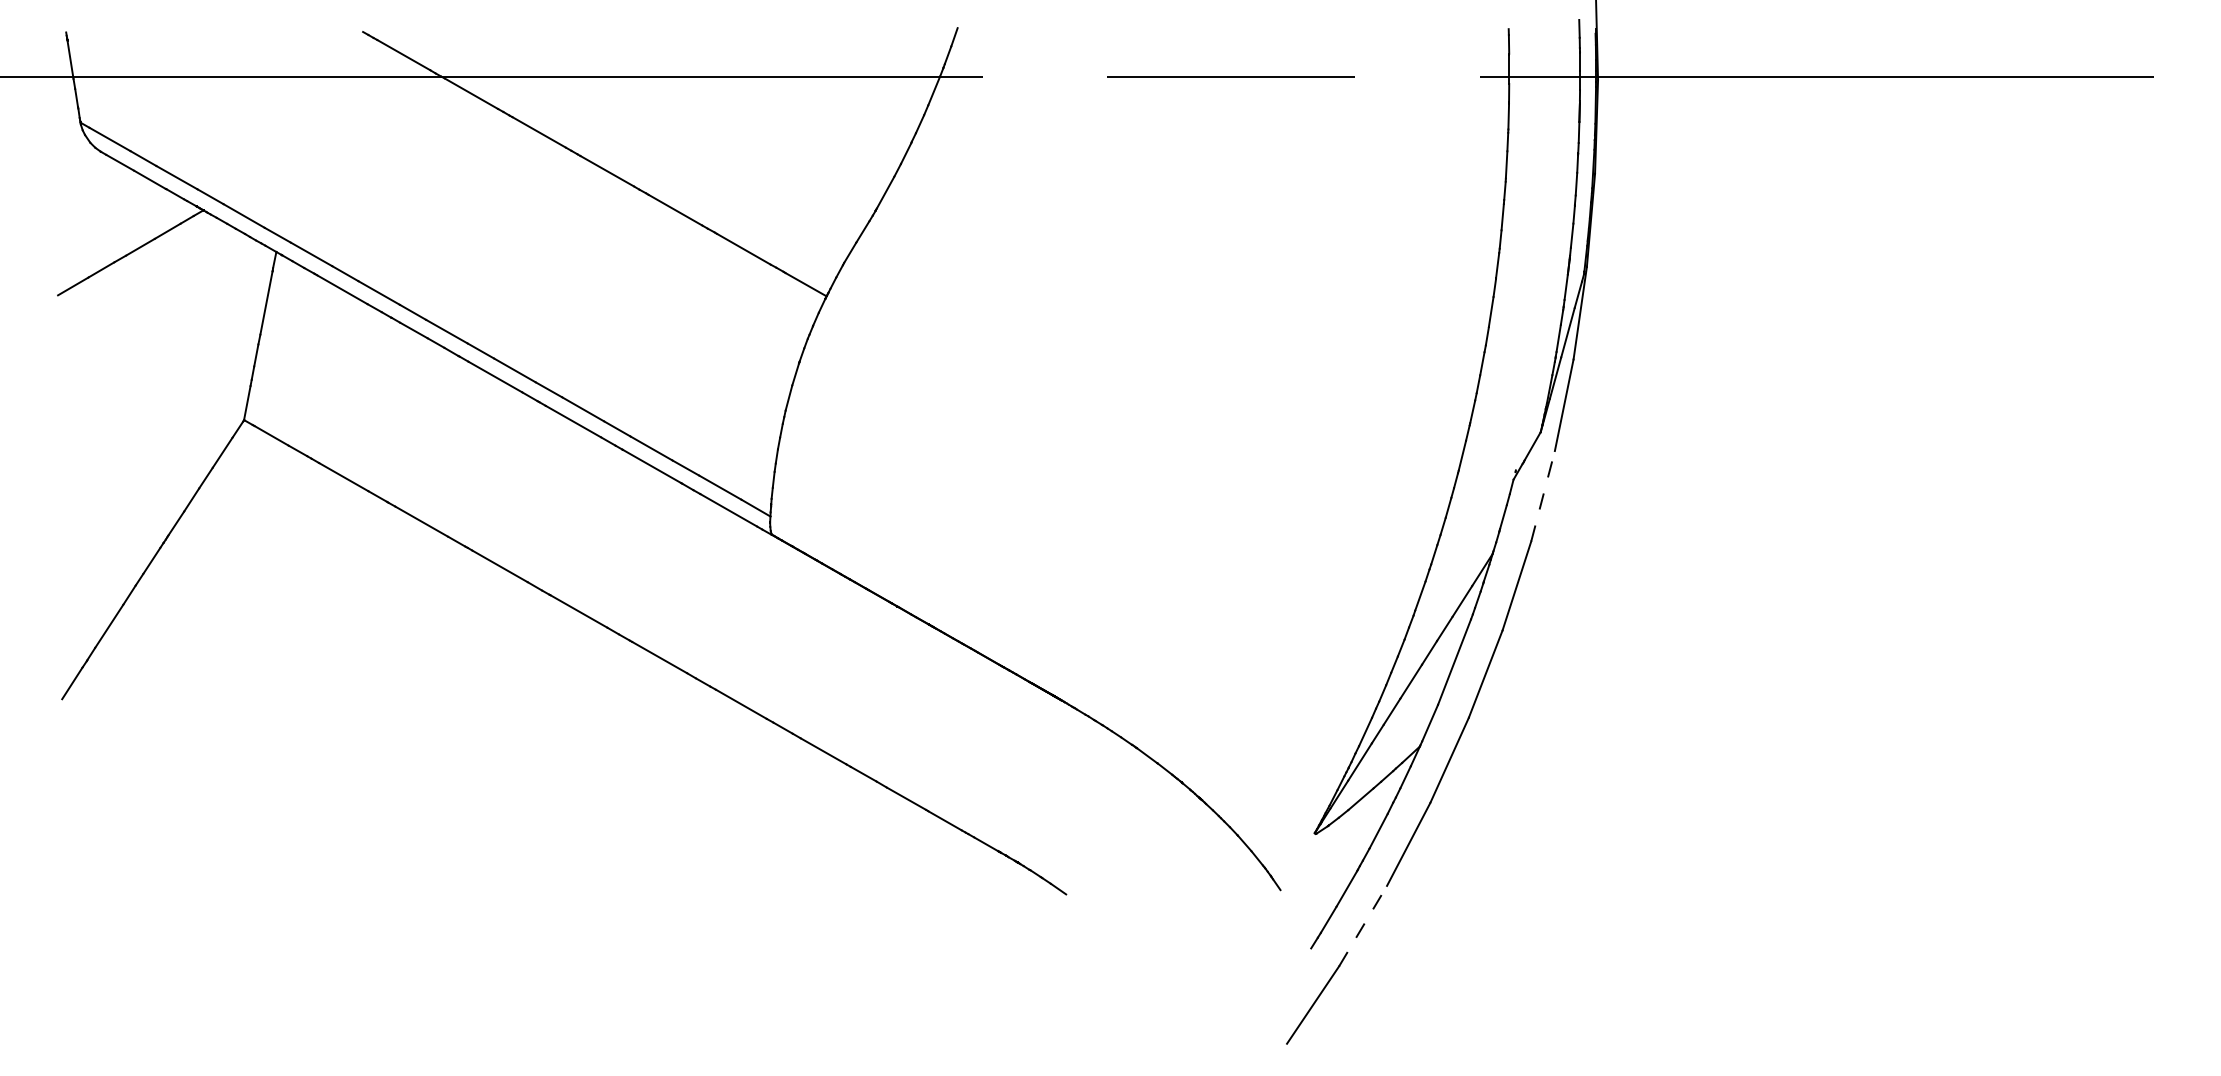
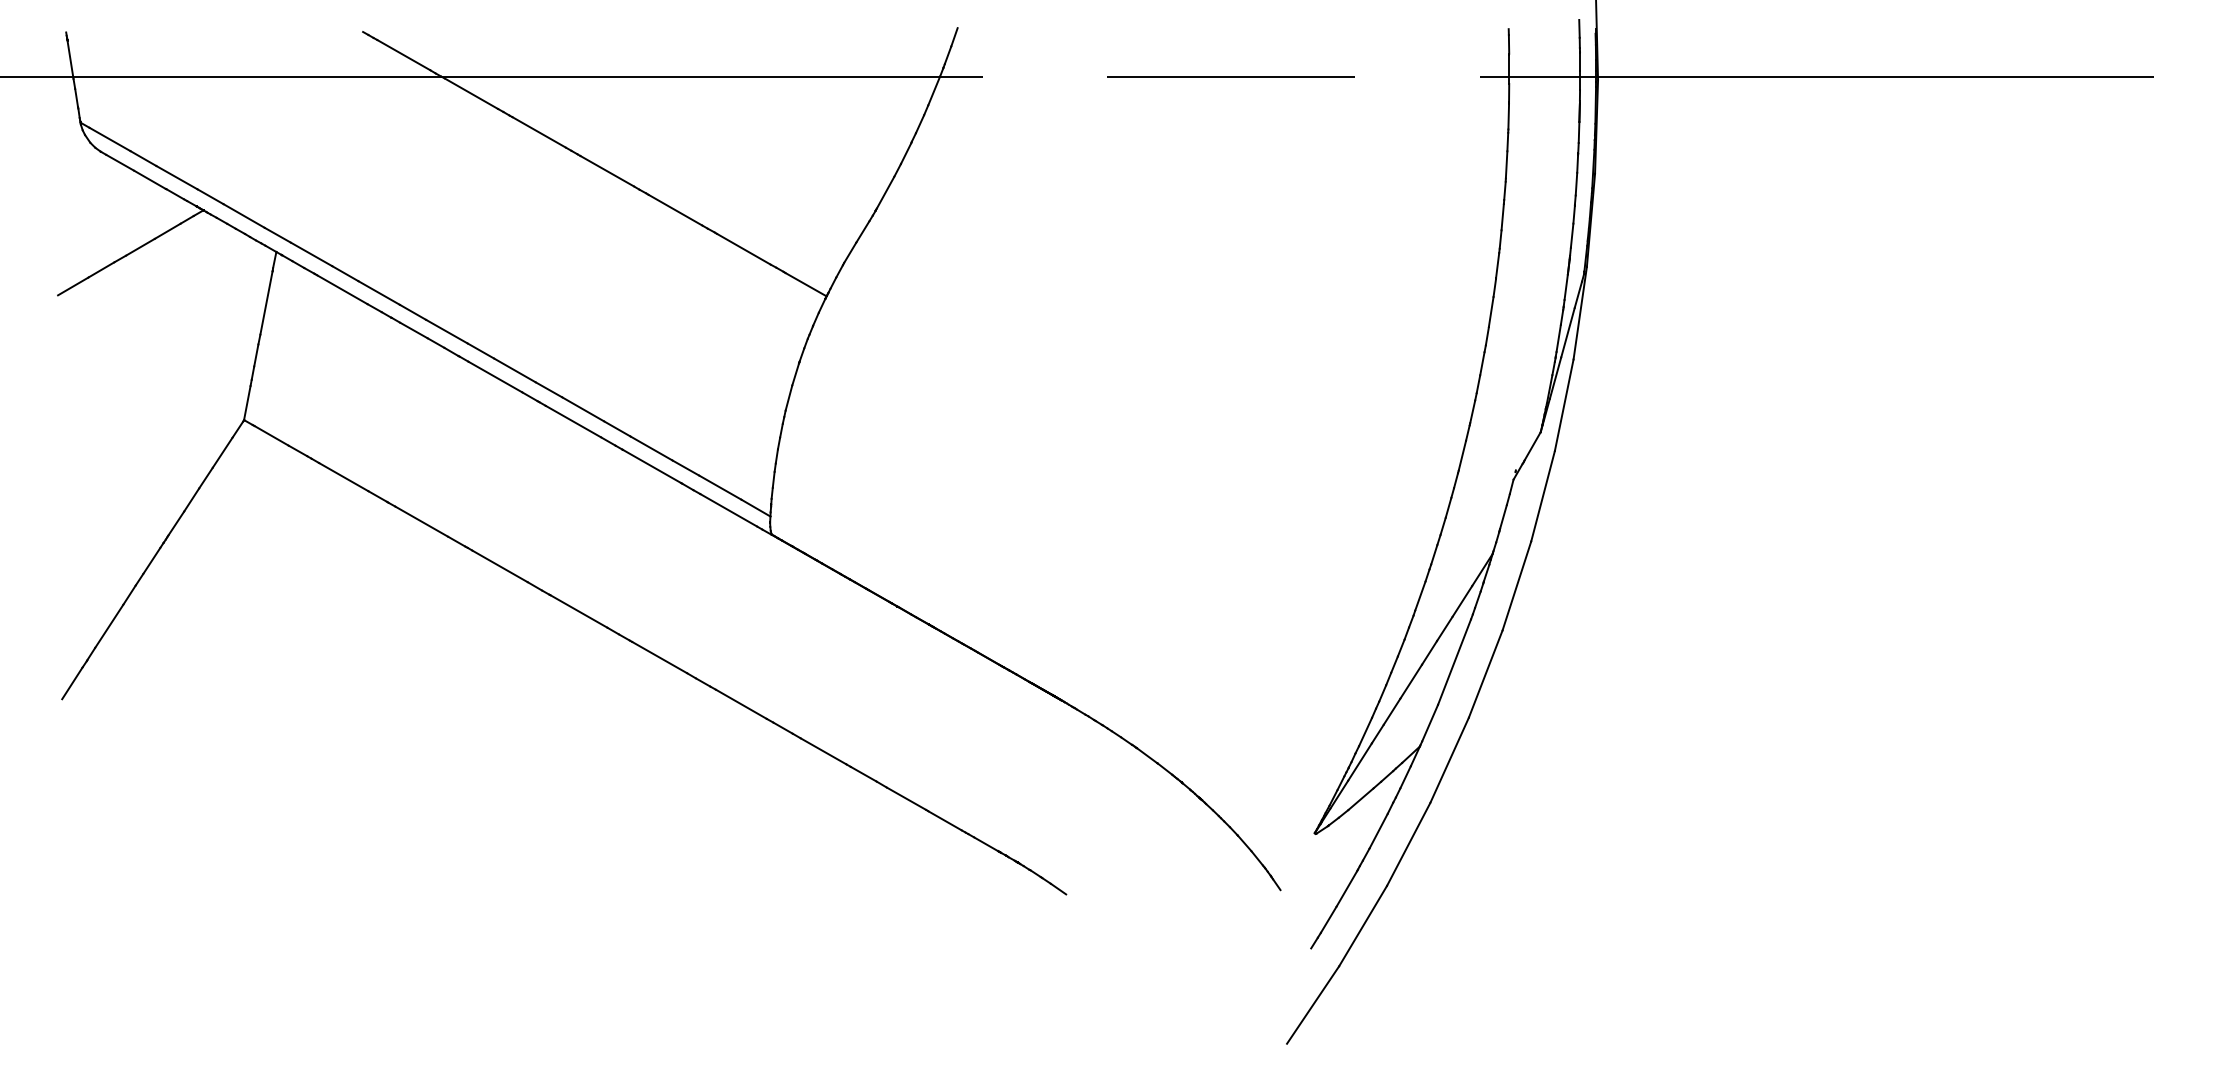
line at (1543, 496): dashed -> solid
line at (1363, 926): dashed -> solid
